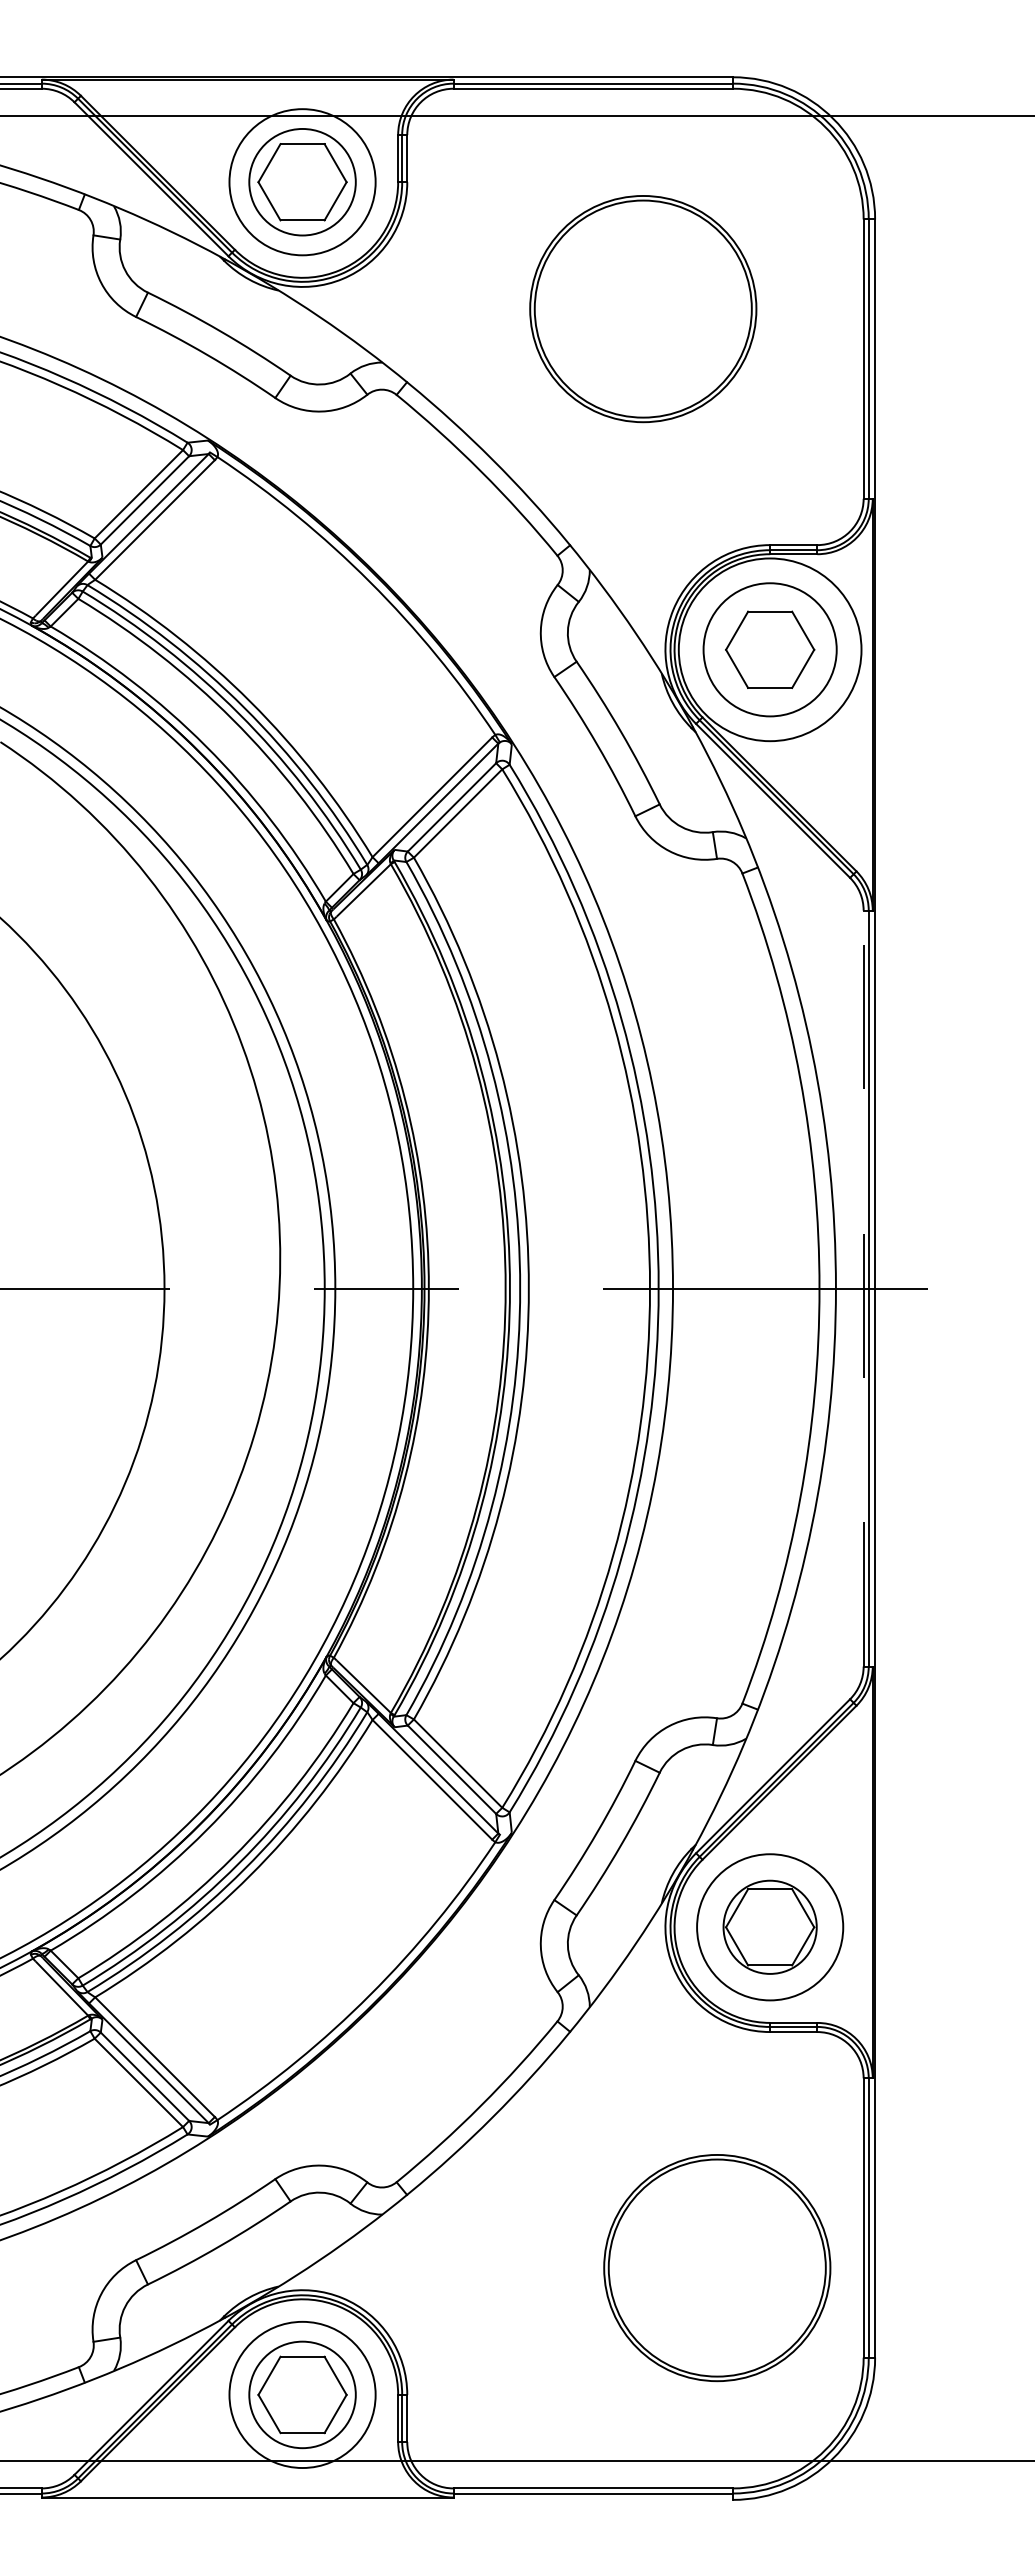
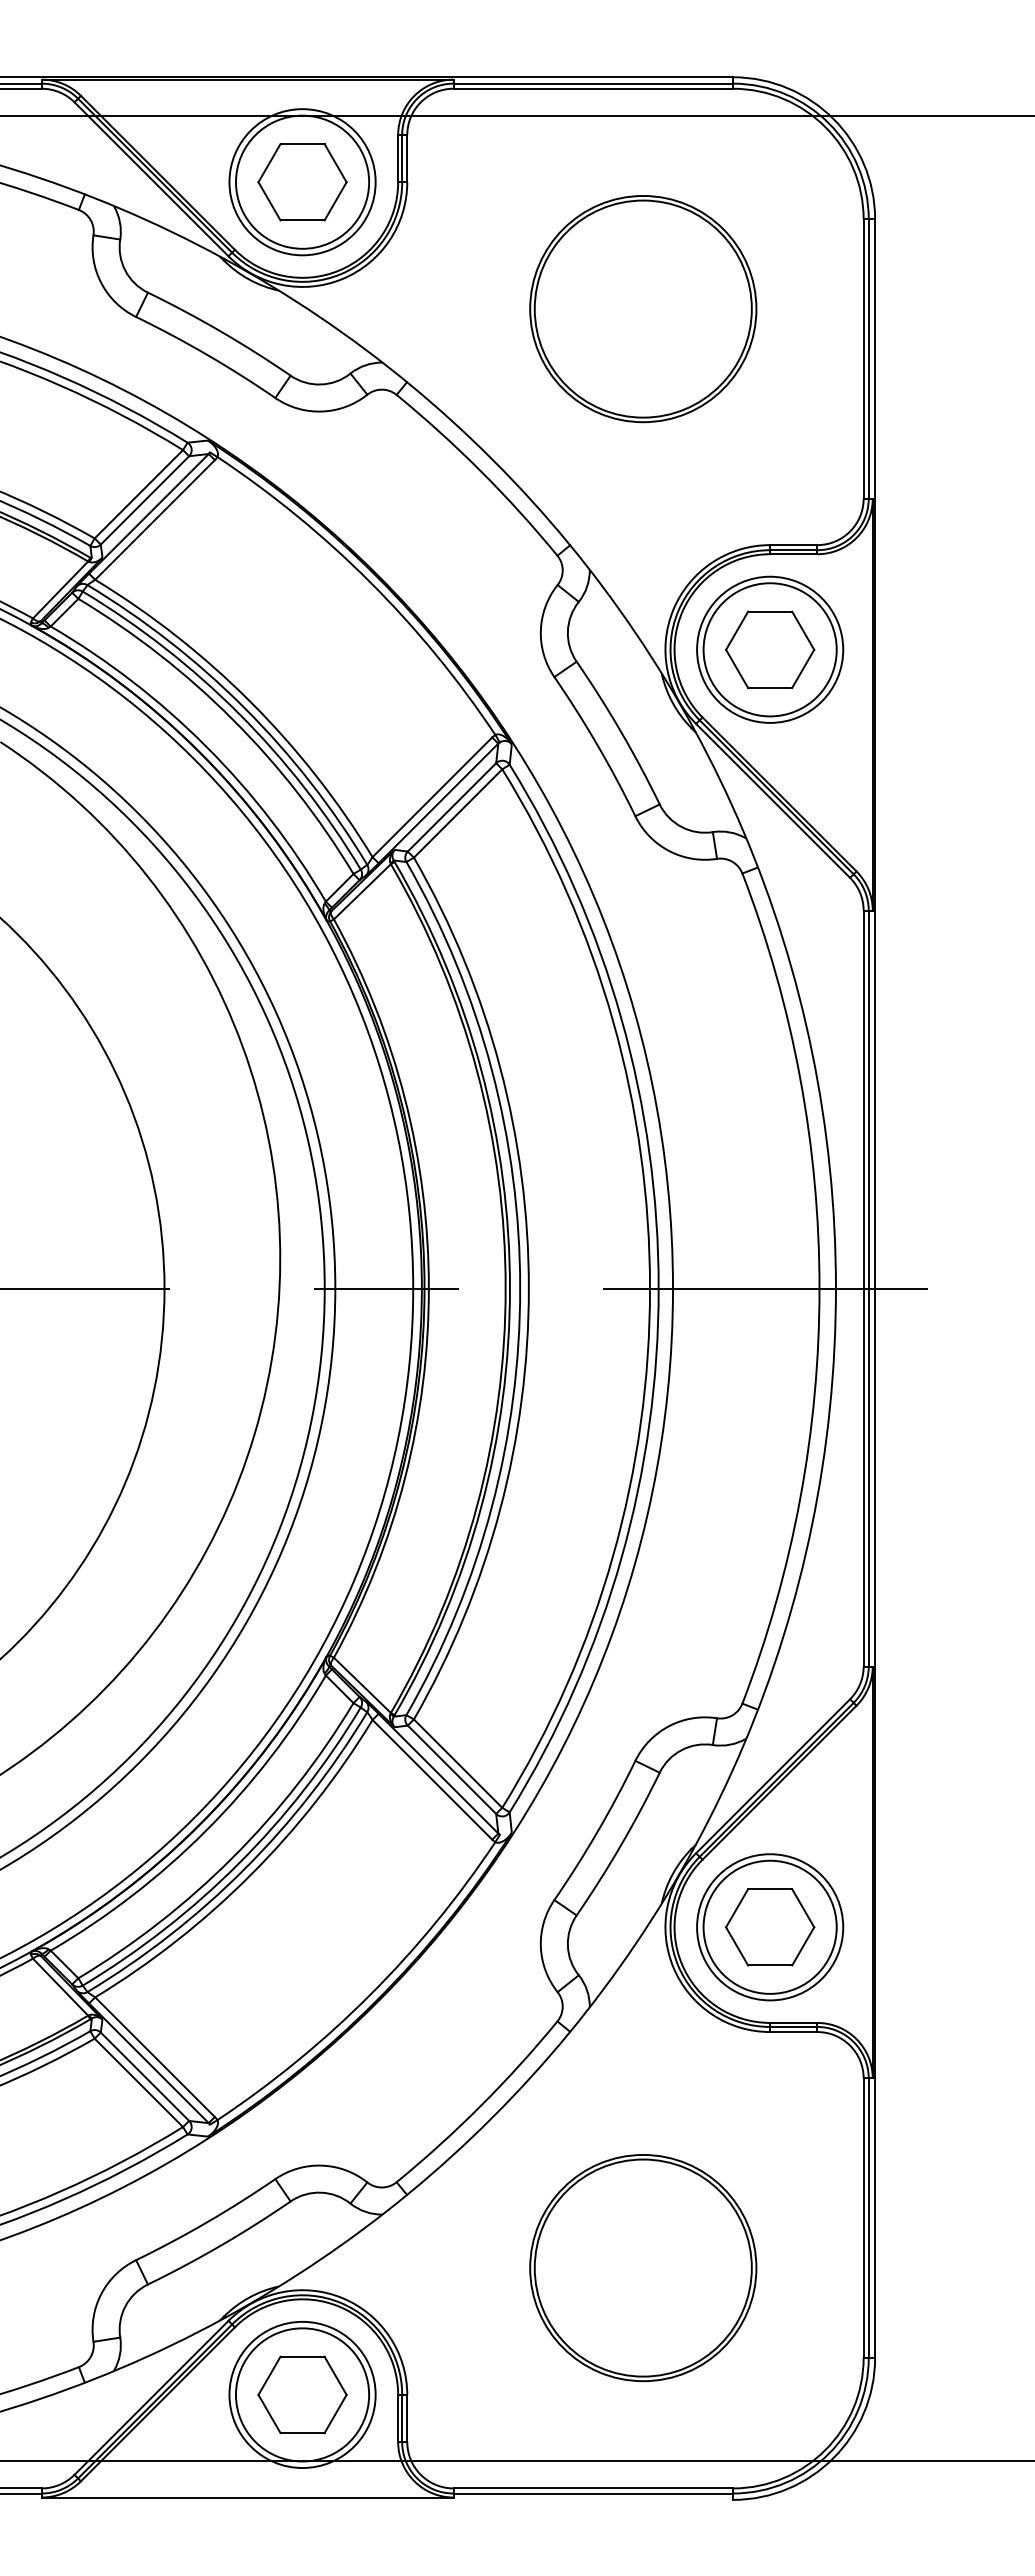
circle at (302, 181) diameter: 107 px -> 133 px
circle at (769, 649) diameter: 183 px -> 146 px
line at (863, 1288): dashed -> solid
circle at (769, 1926) diameter: 93 px -> 133 px
part at (717, 2268) position: (717, 2268) -> (643, 2268)
circle at (302, 2394) diameter: 107 px -> 133 px
